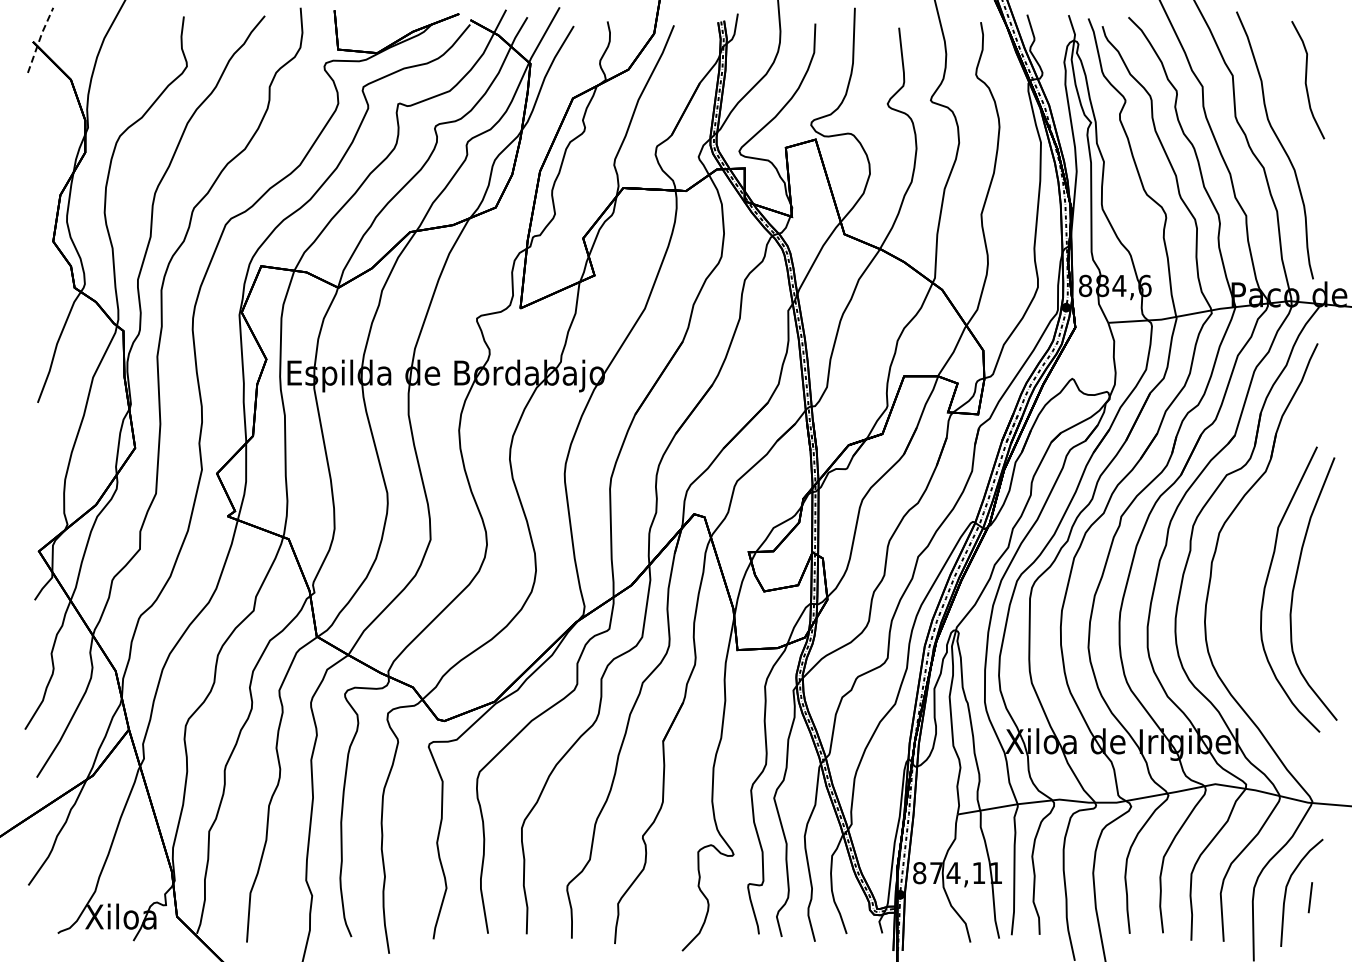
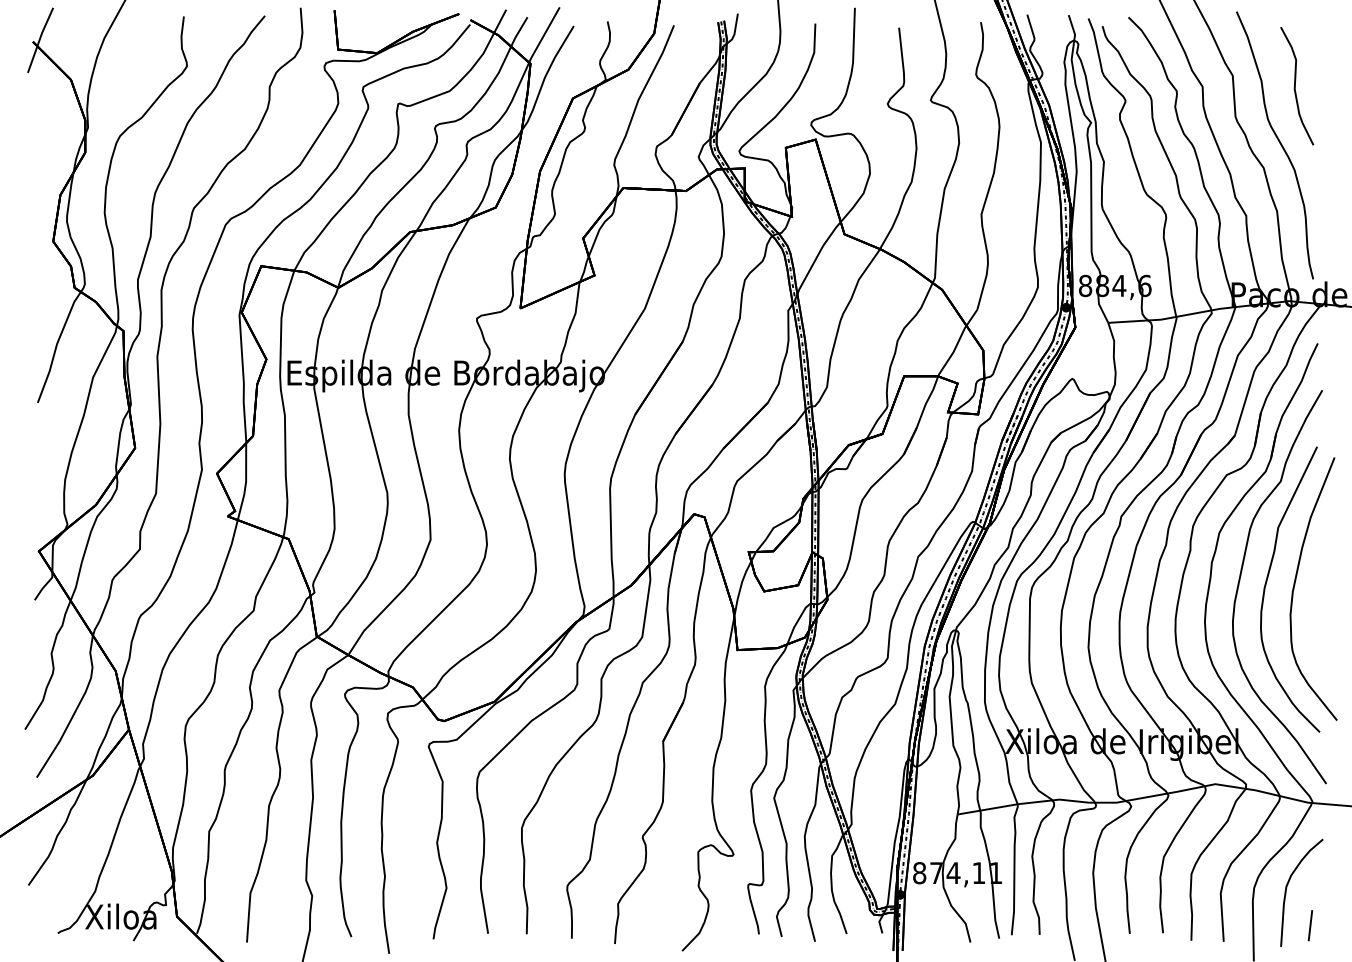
line at (39, 39): dashed -> solid
curve at (1306, 80) position: (1306, 80) -> (1295, 86)
curve at (1240, 581): none -> present
line at (1310, 897) position: (1310, 897) -> (1310, 925)
